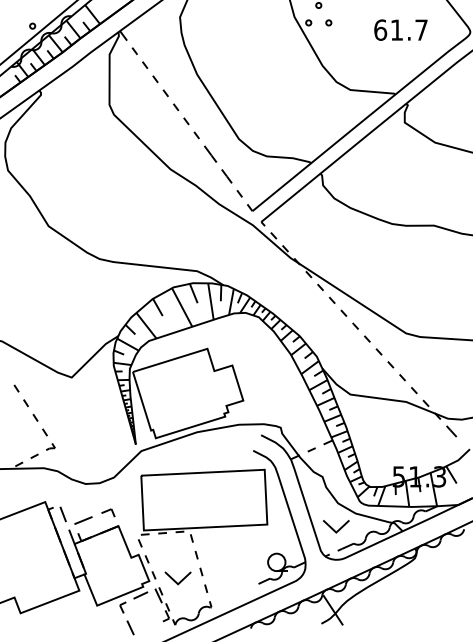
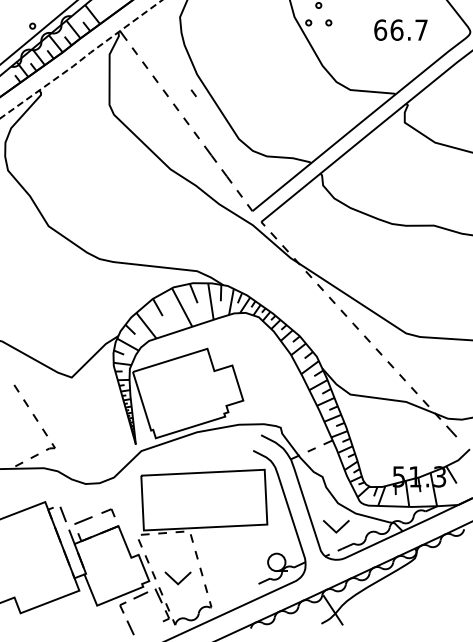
text at (396, 29): 61.7 -> 66.7
line at (81, 59): solid -> dashed
line at (193, 93): none -> present
